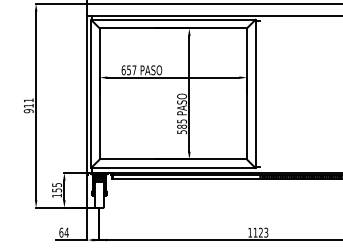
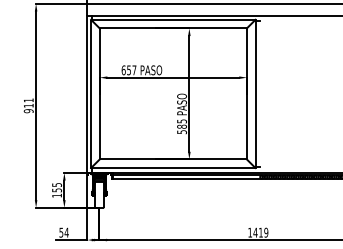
text at (61, 232): 64 -> 54
text at (260, 232): 1123 -> 1419
